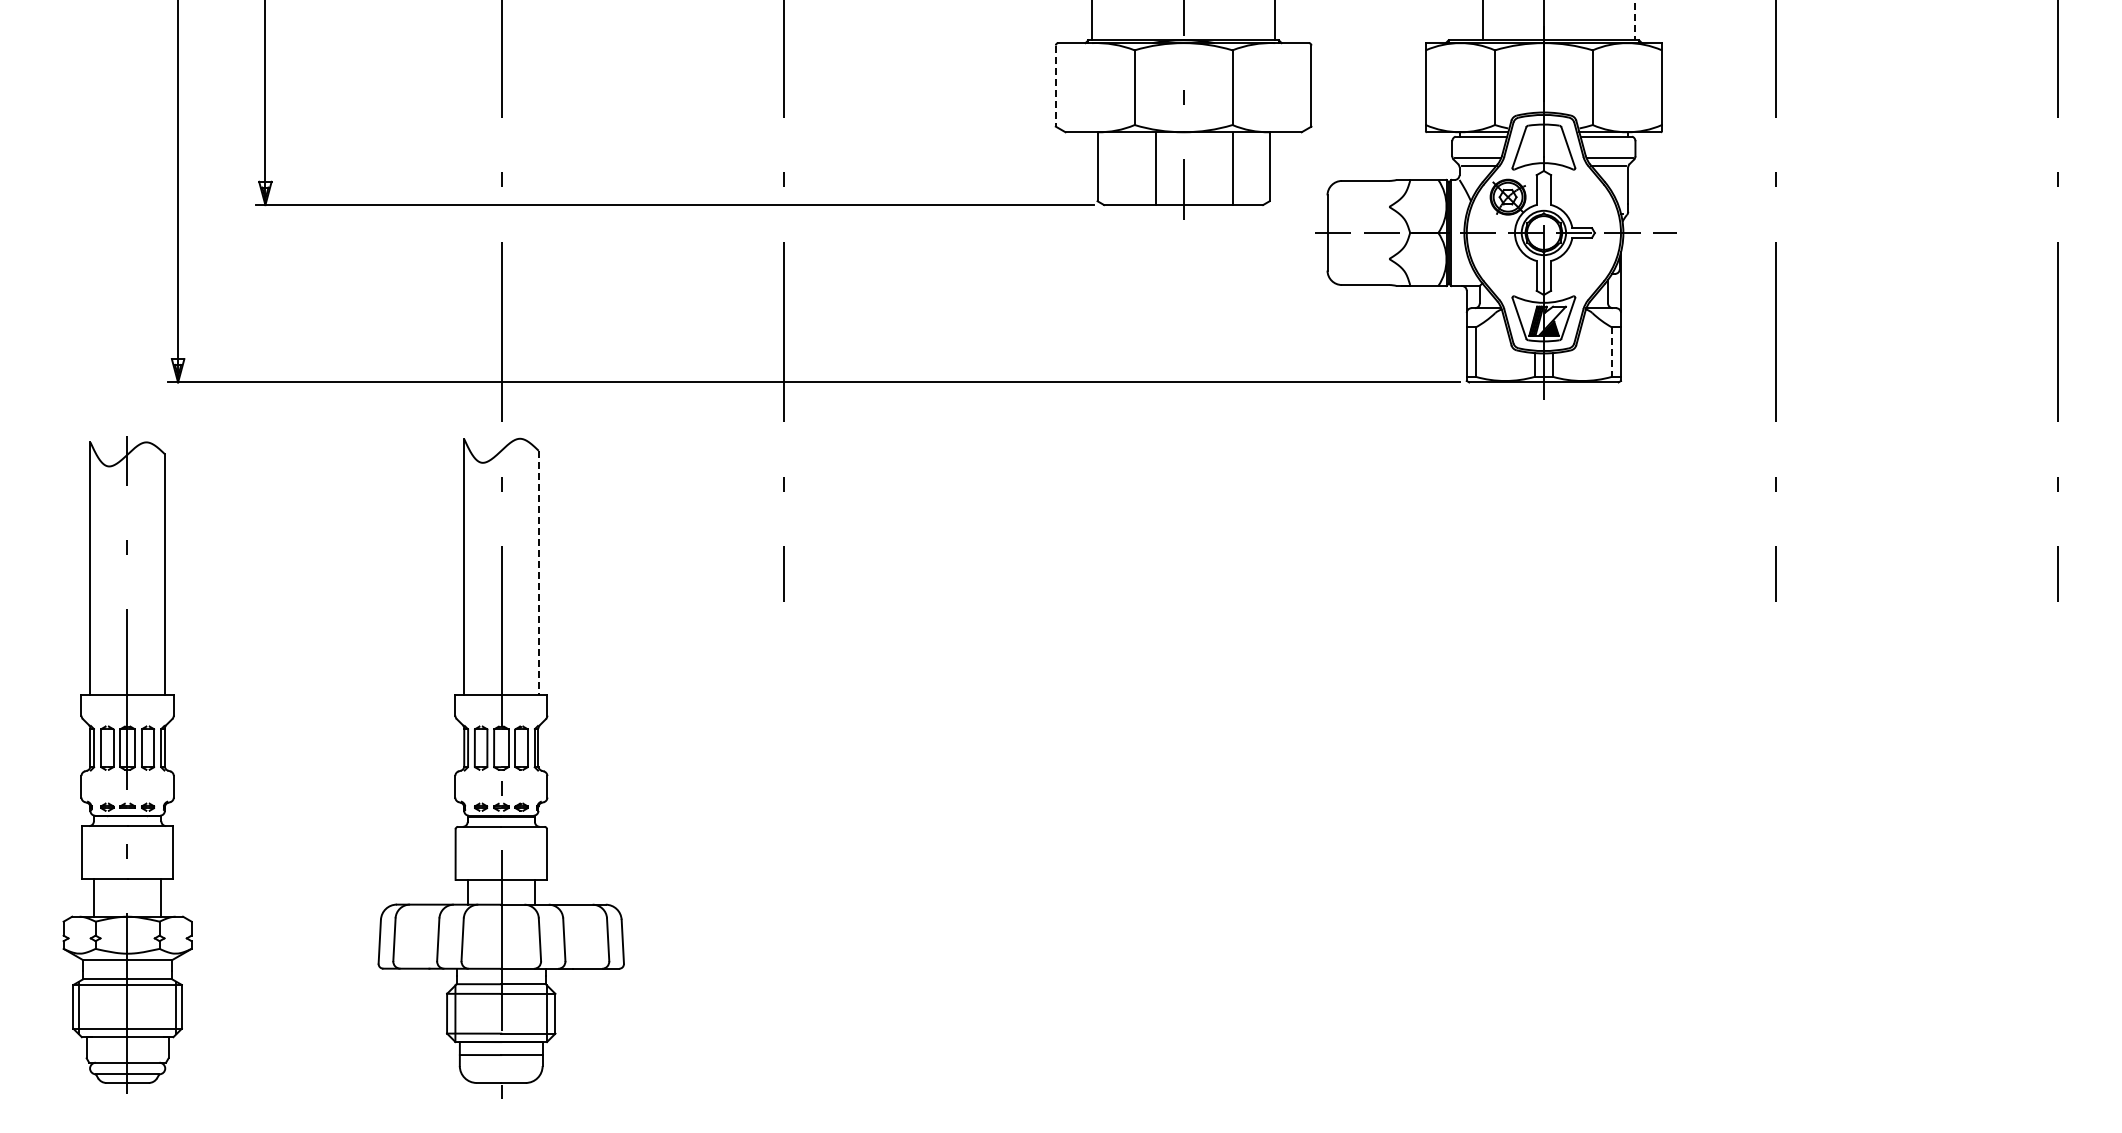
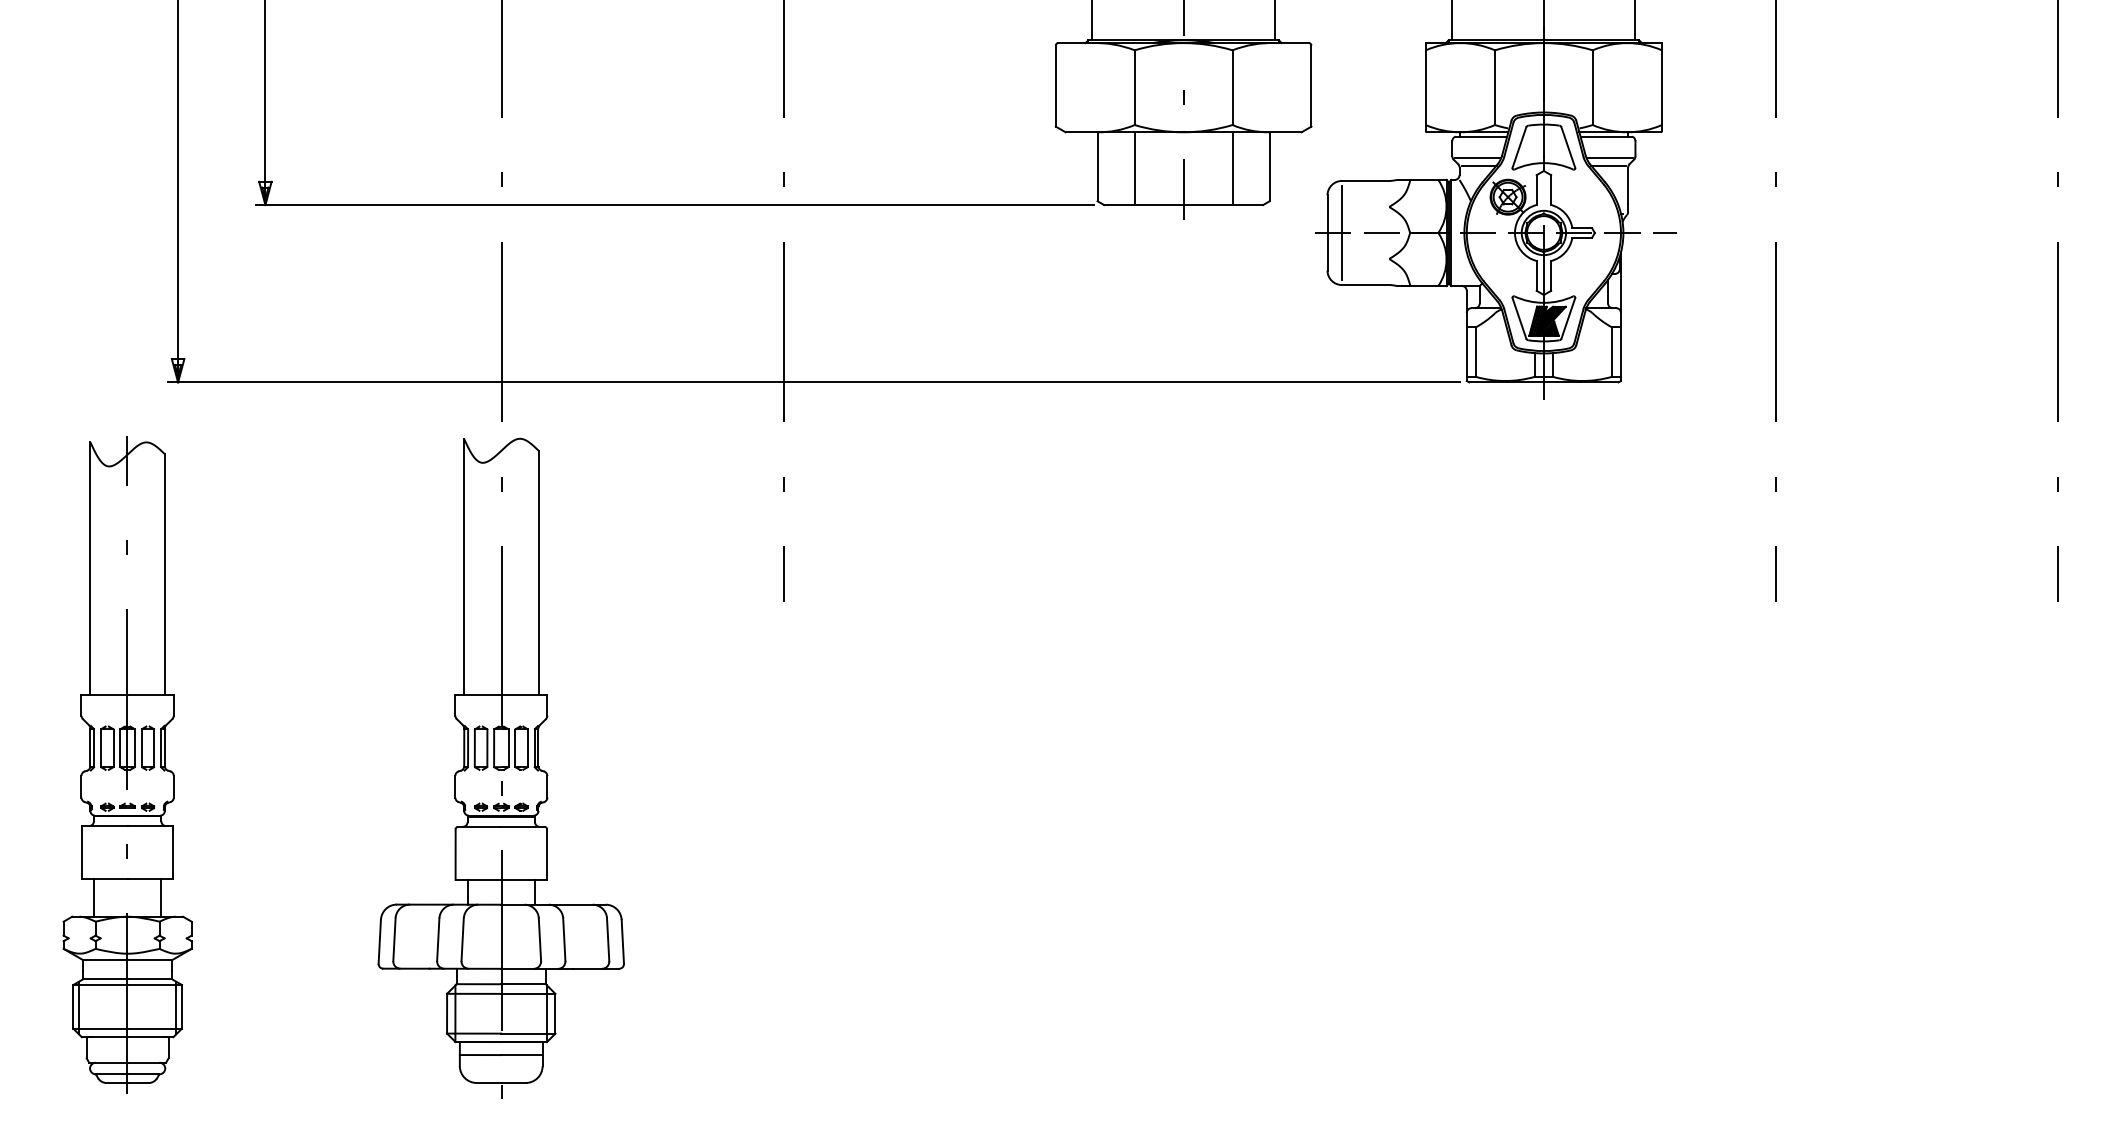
line at (1635, 20): dashed -> solid
line at (1483, 21) position: (1483, 21) -> (1452, 21)
line at (1055, 86): dashed -> solid
line at (1155, 168) position: (1155, 168) -> (1134, 168)
line at (1341, 232): none -> present
hatch at (1550, 320): none -> present
line at (1612, 352): dashed -> solid
line at (538, 573): dashed -> solid
